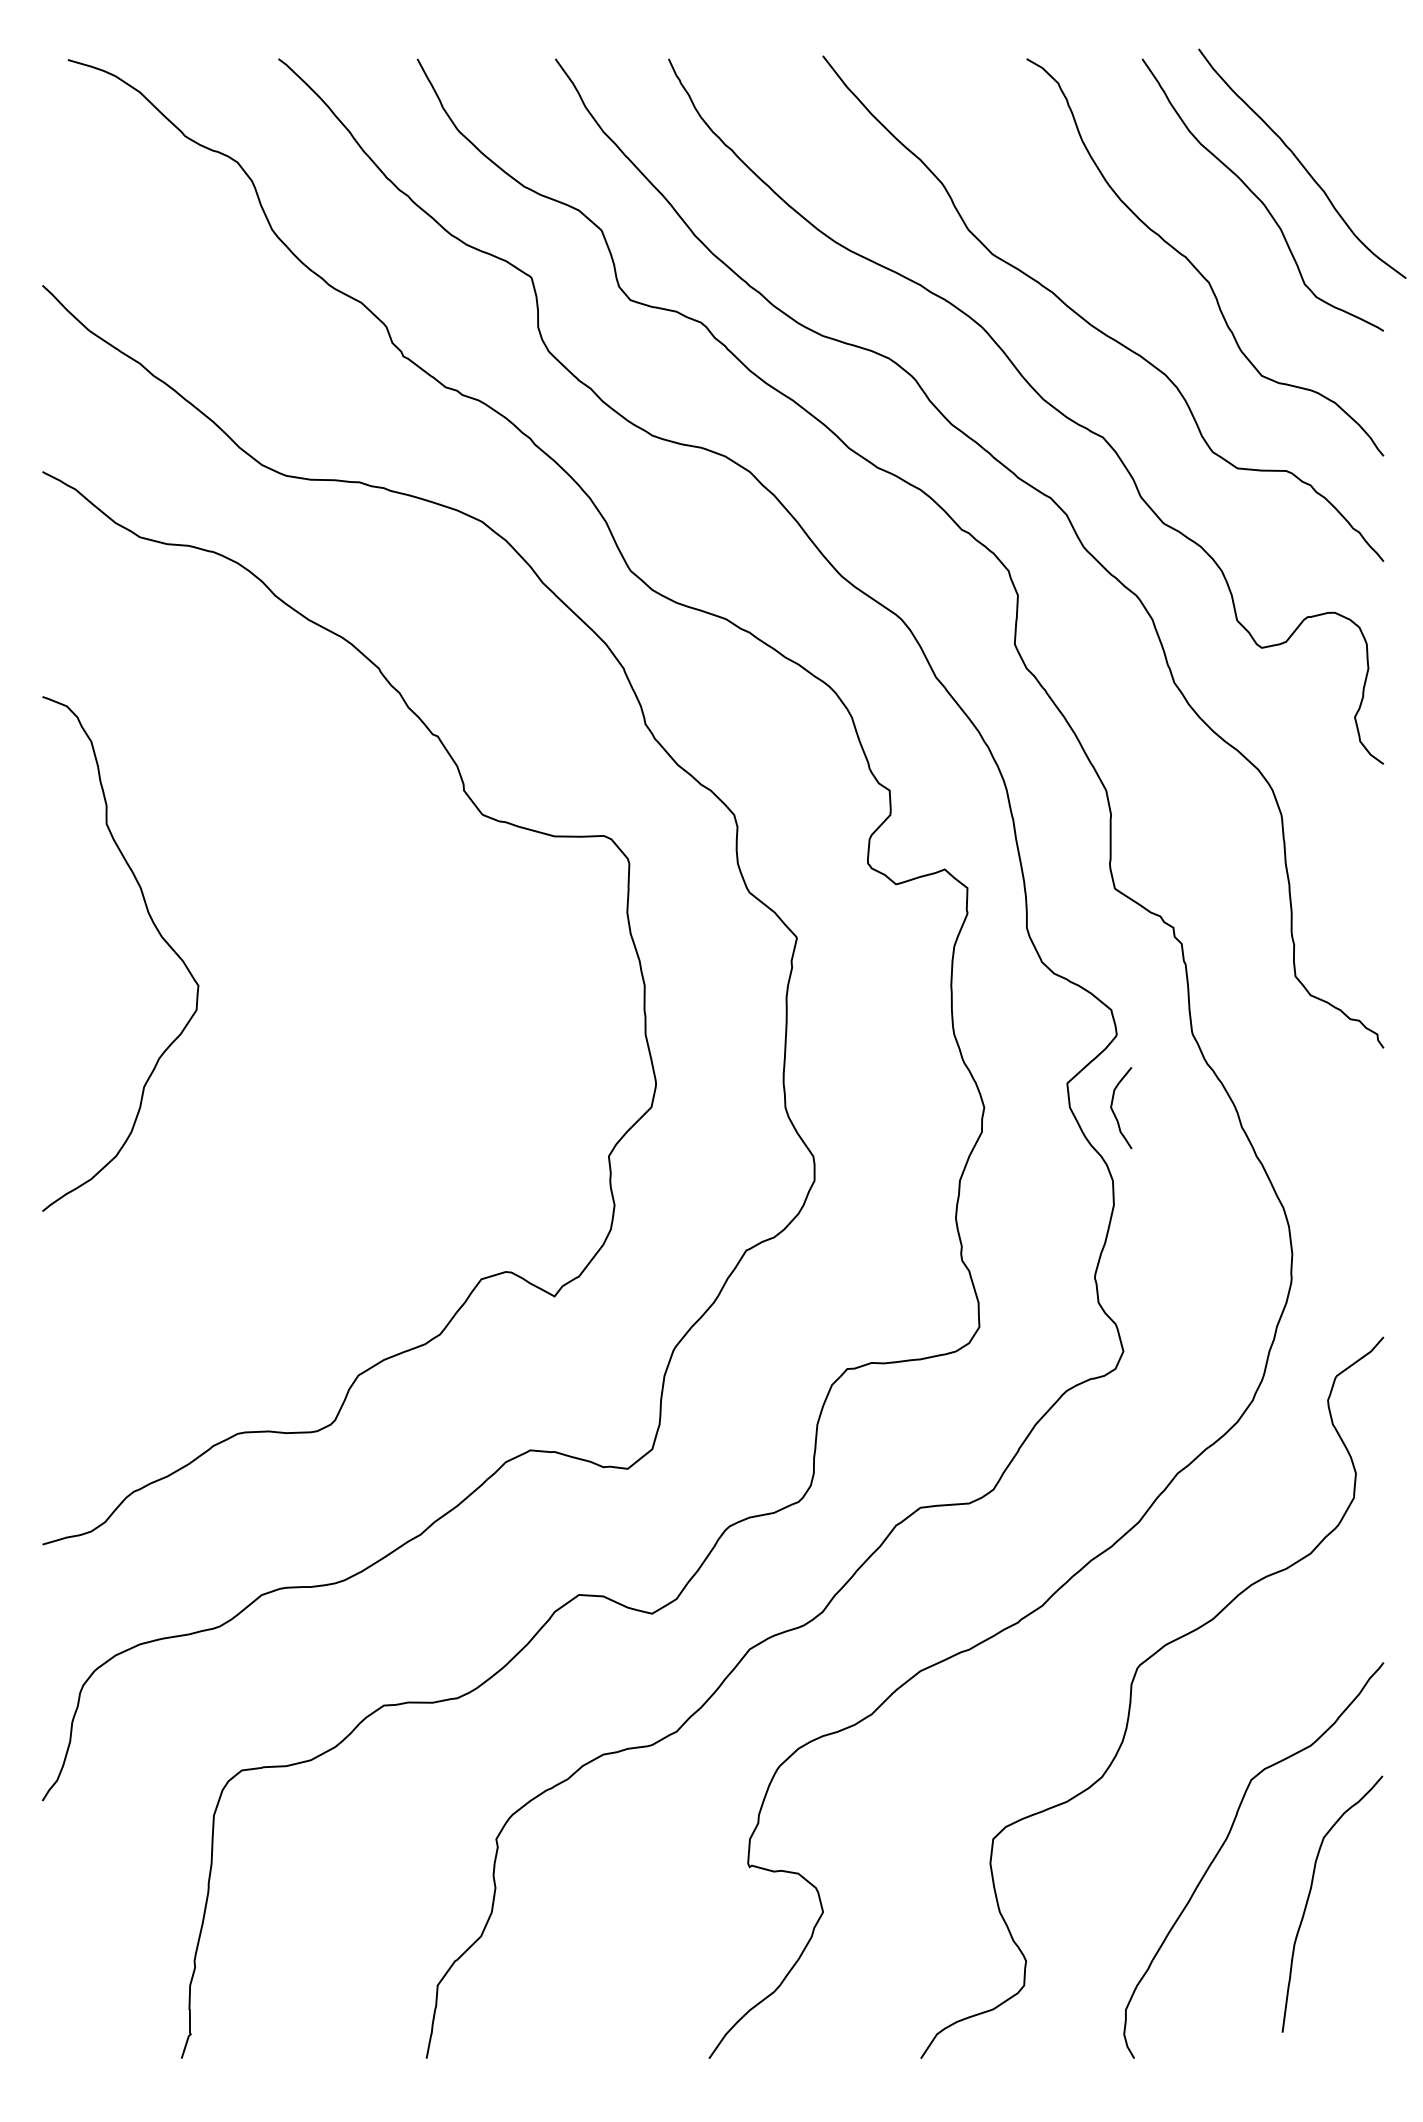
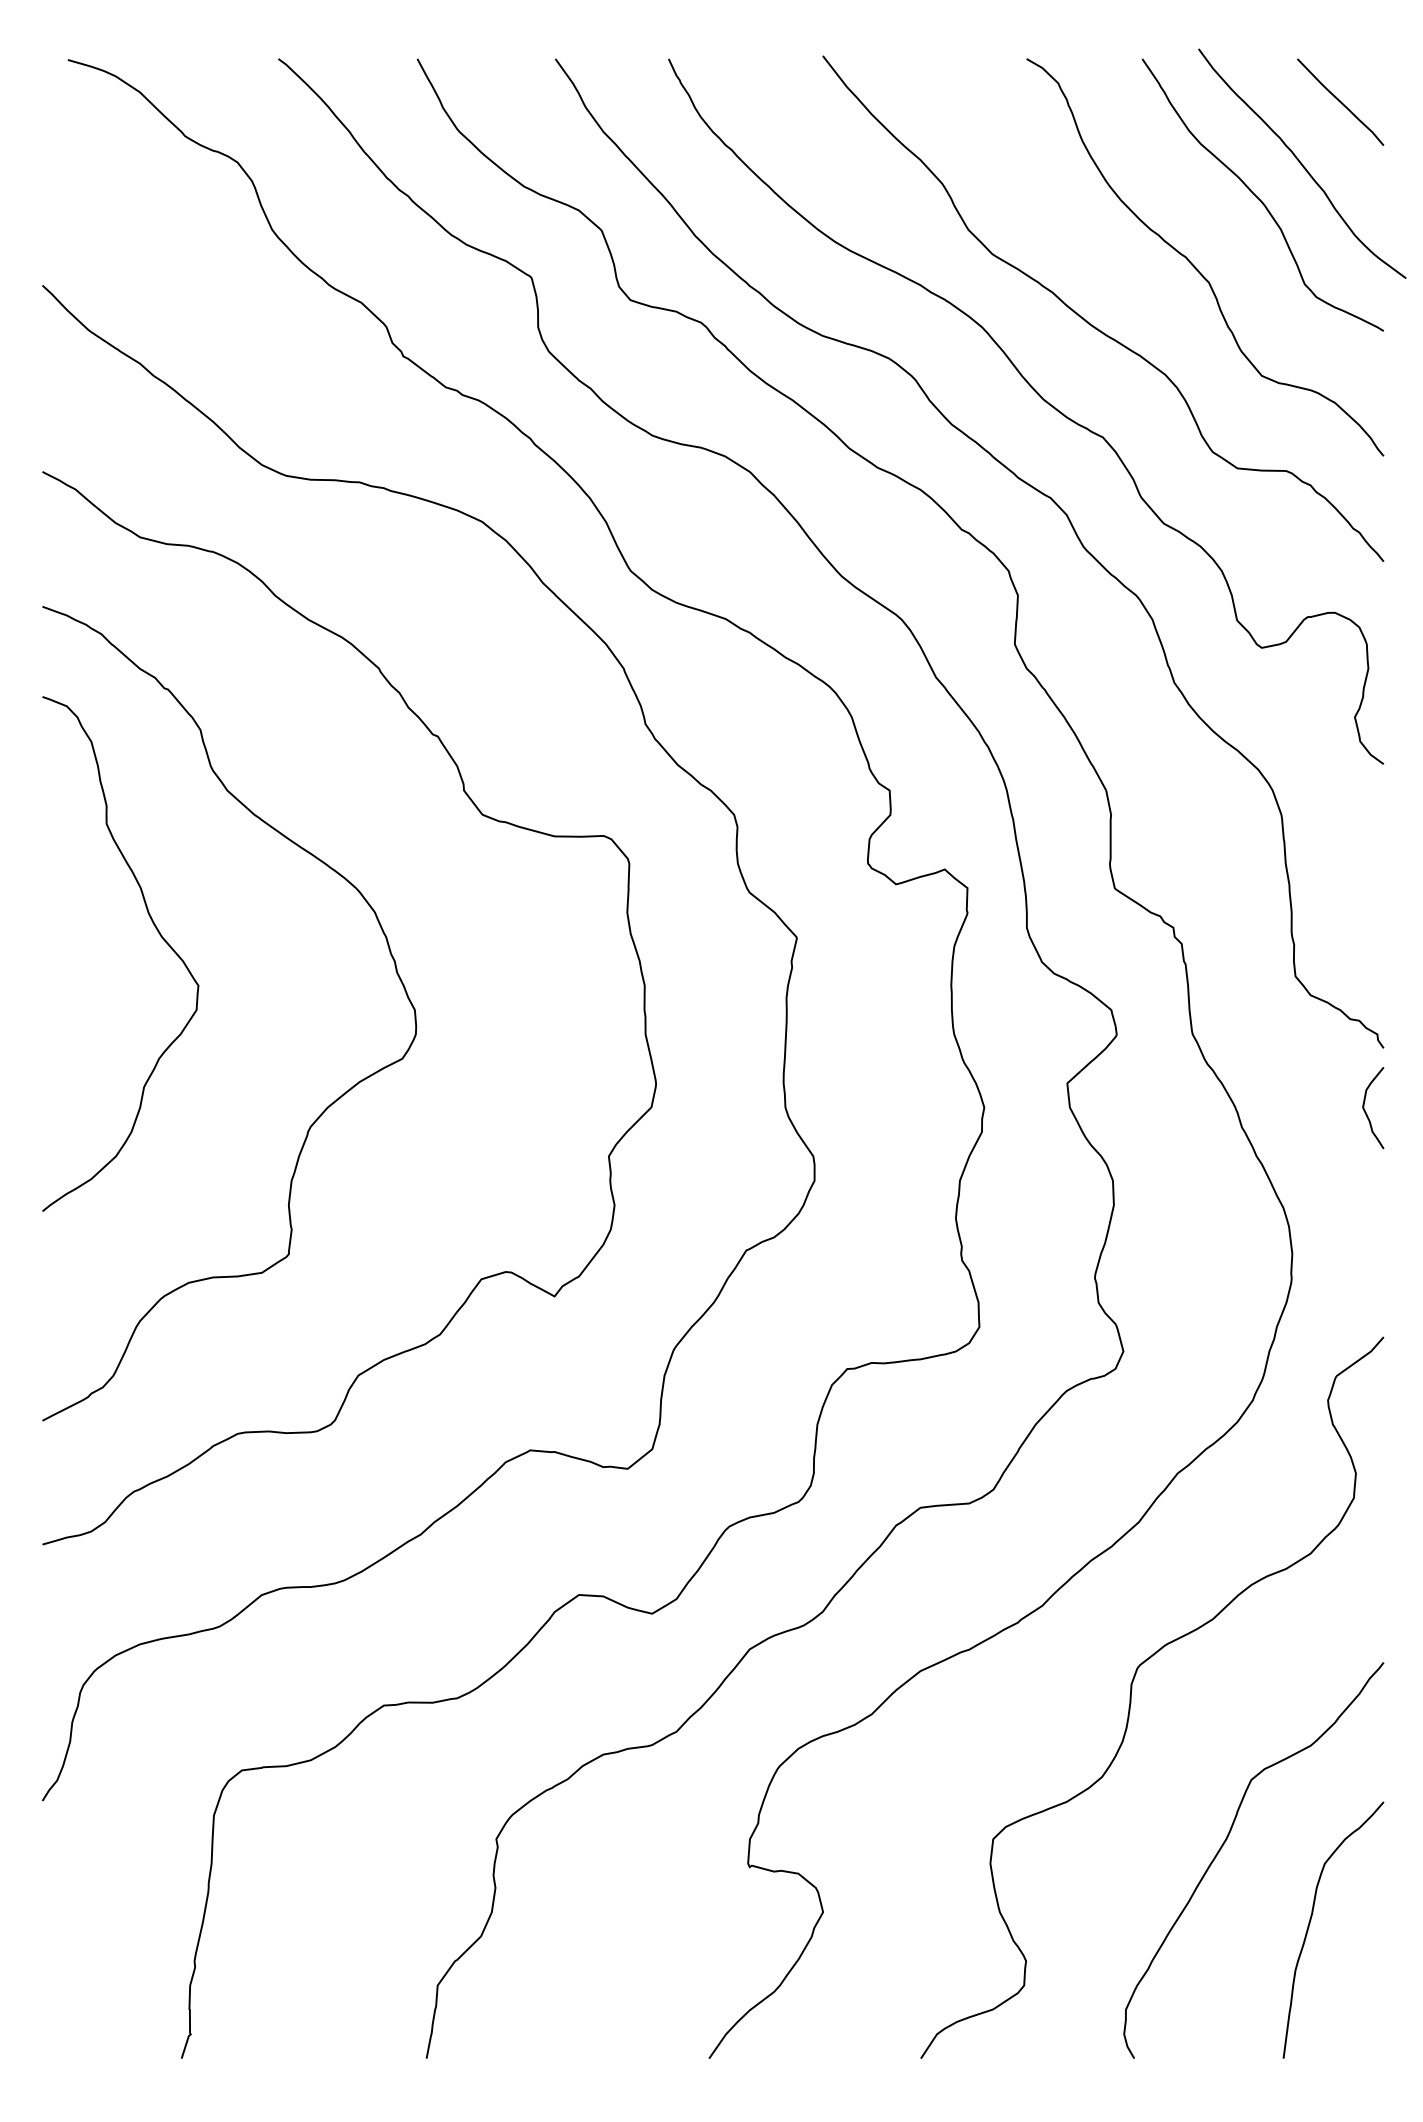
curve at (1340, 101): none -> present
curve at (325, 1108): none -> present
curve at (1114, 1112) position: (1114, 1112) -> (1366, 1112)
curve at (1310, 1894) position: (1310, 1894) -> (1311, 1920)
